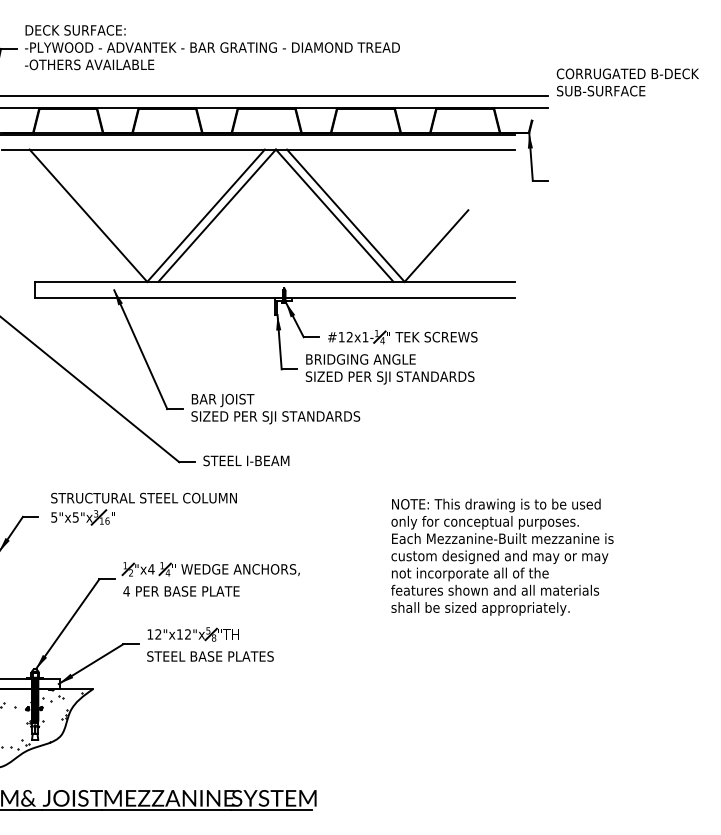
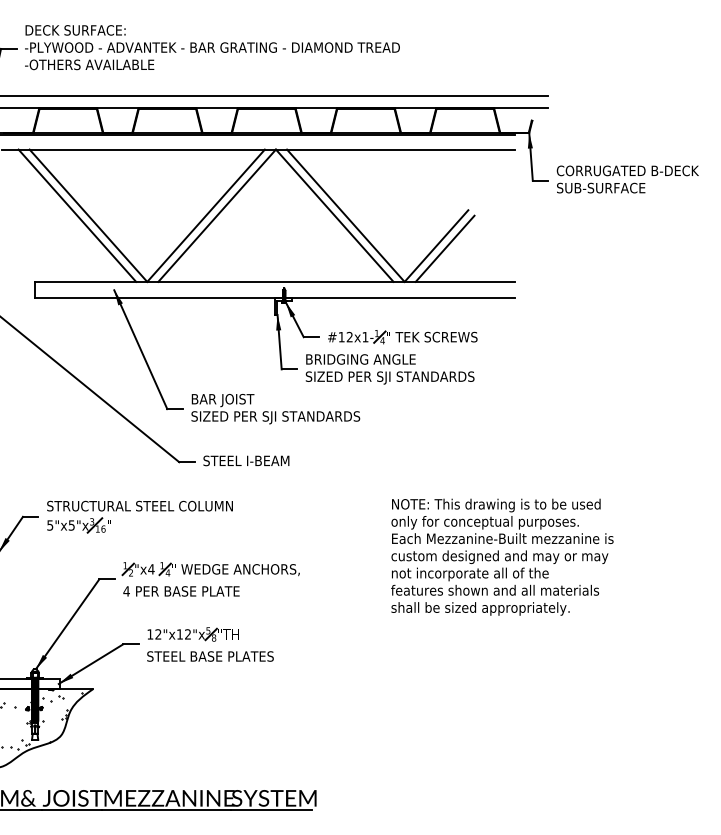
text at (627, 82) position: (627, 82) -> (627, 179)
line at (77, 215): none -> present
line at (444, 248): none -> present
part at (143, 508) position: (143, 508) -> (139, 516)
